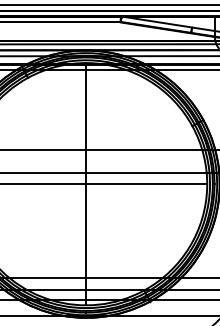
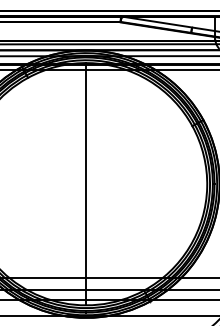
line at (109, 5): present -> none
line at (109, 150): present -> none
line at (109, 172): present -> none
line at (104, 184): present -> none
